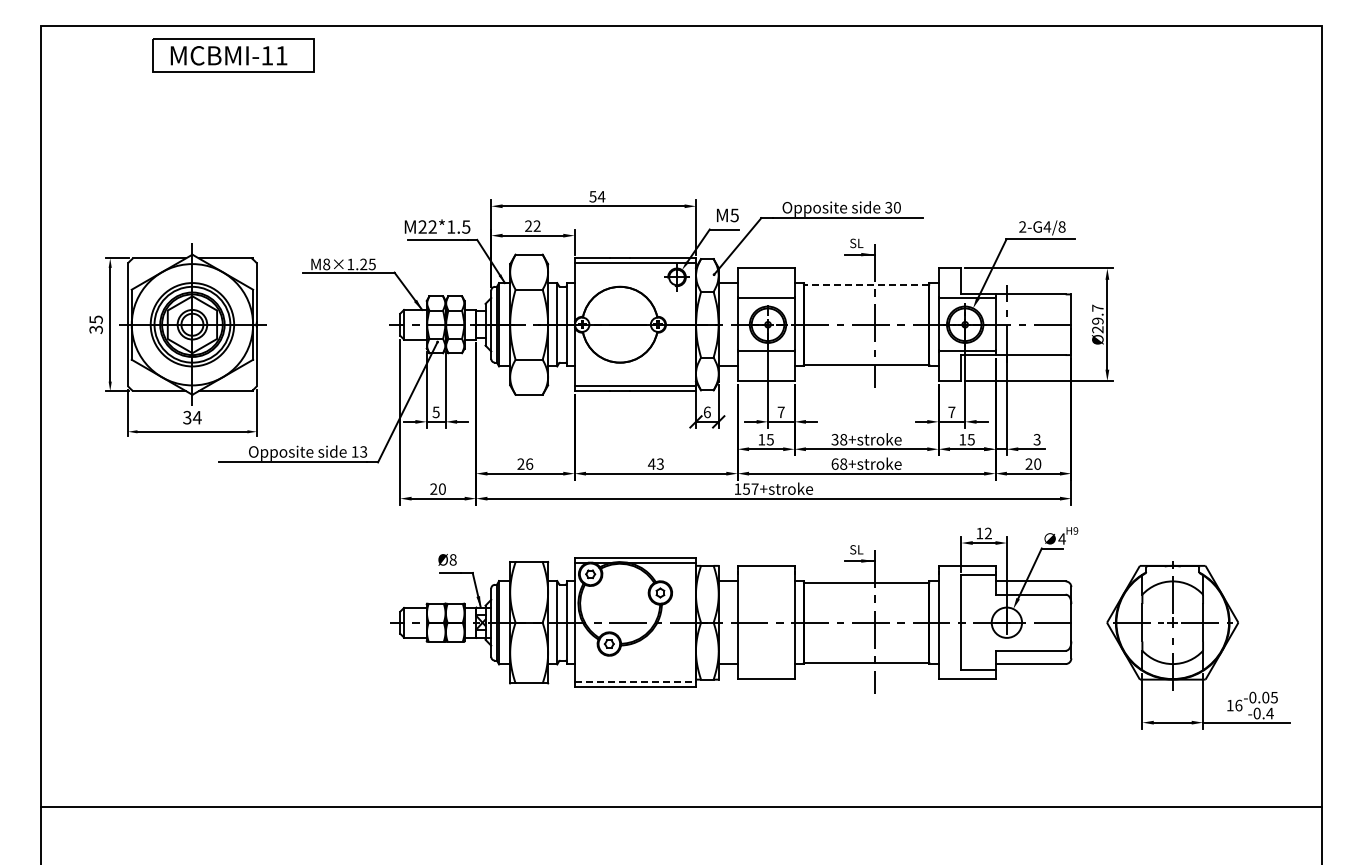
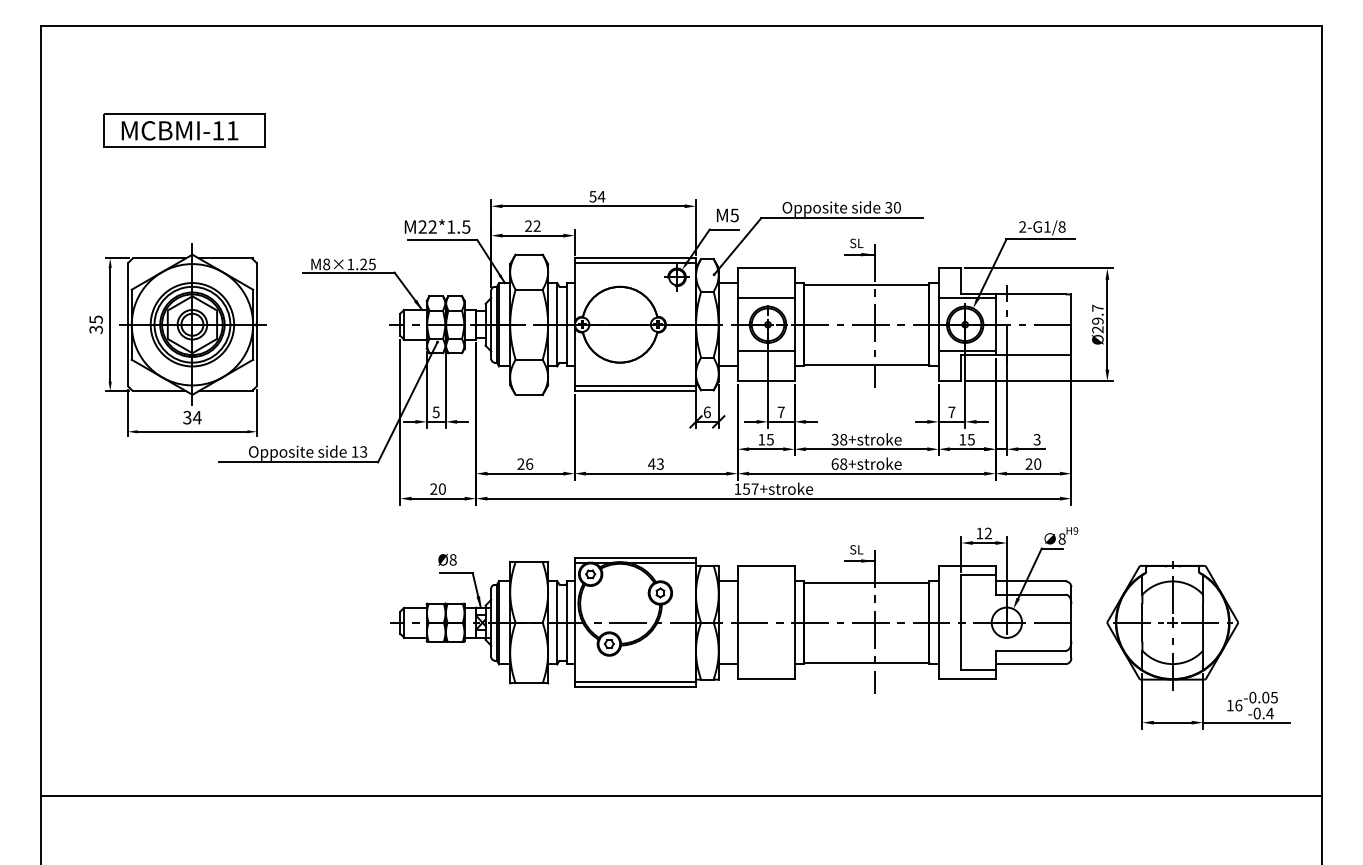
part at (233, 55) position: (233, 55) -> (184, 130)
text at (1047, 226): 2-G4/8 -> 2-G1/8
line at (866, 284): dashed -> solid
text at (1061, 538): 4 -> 8
line at (635, 682): dashed -> solid
line at (681, 807) position: (681, 807) -> (681, 796)
